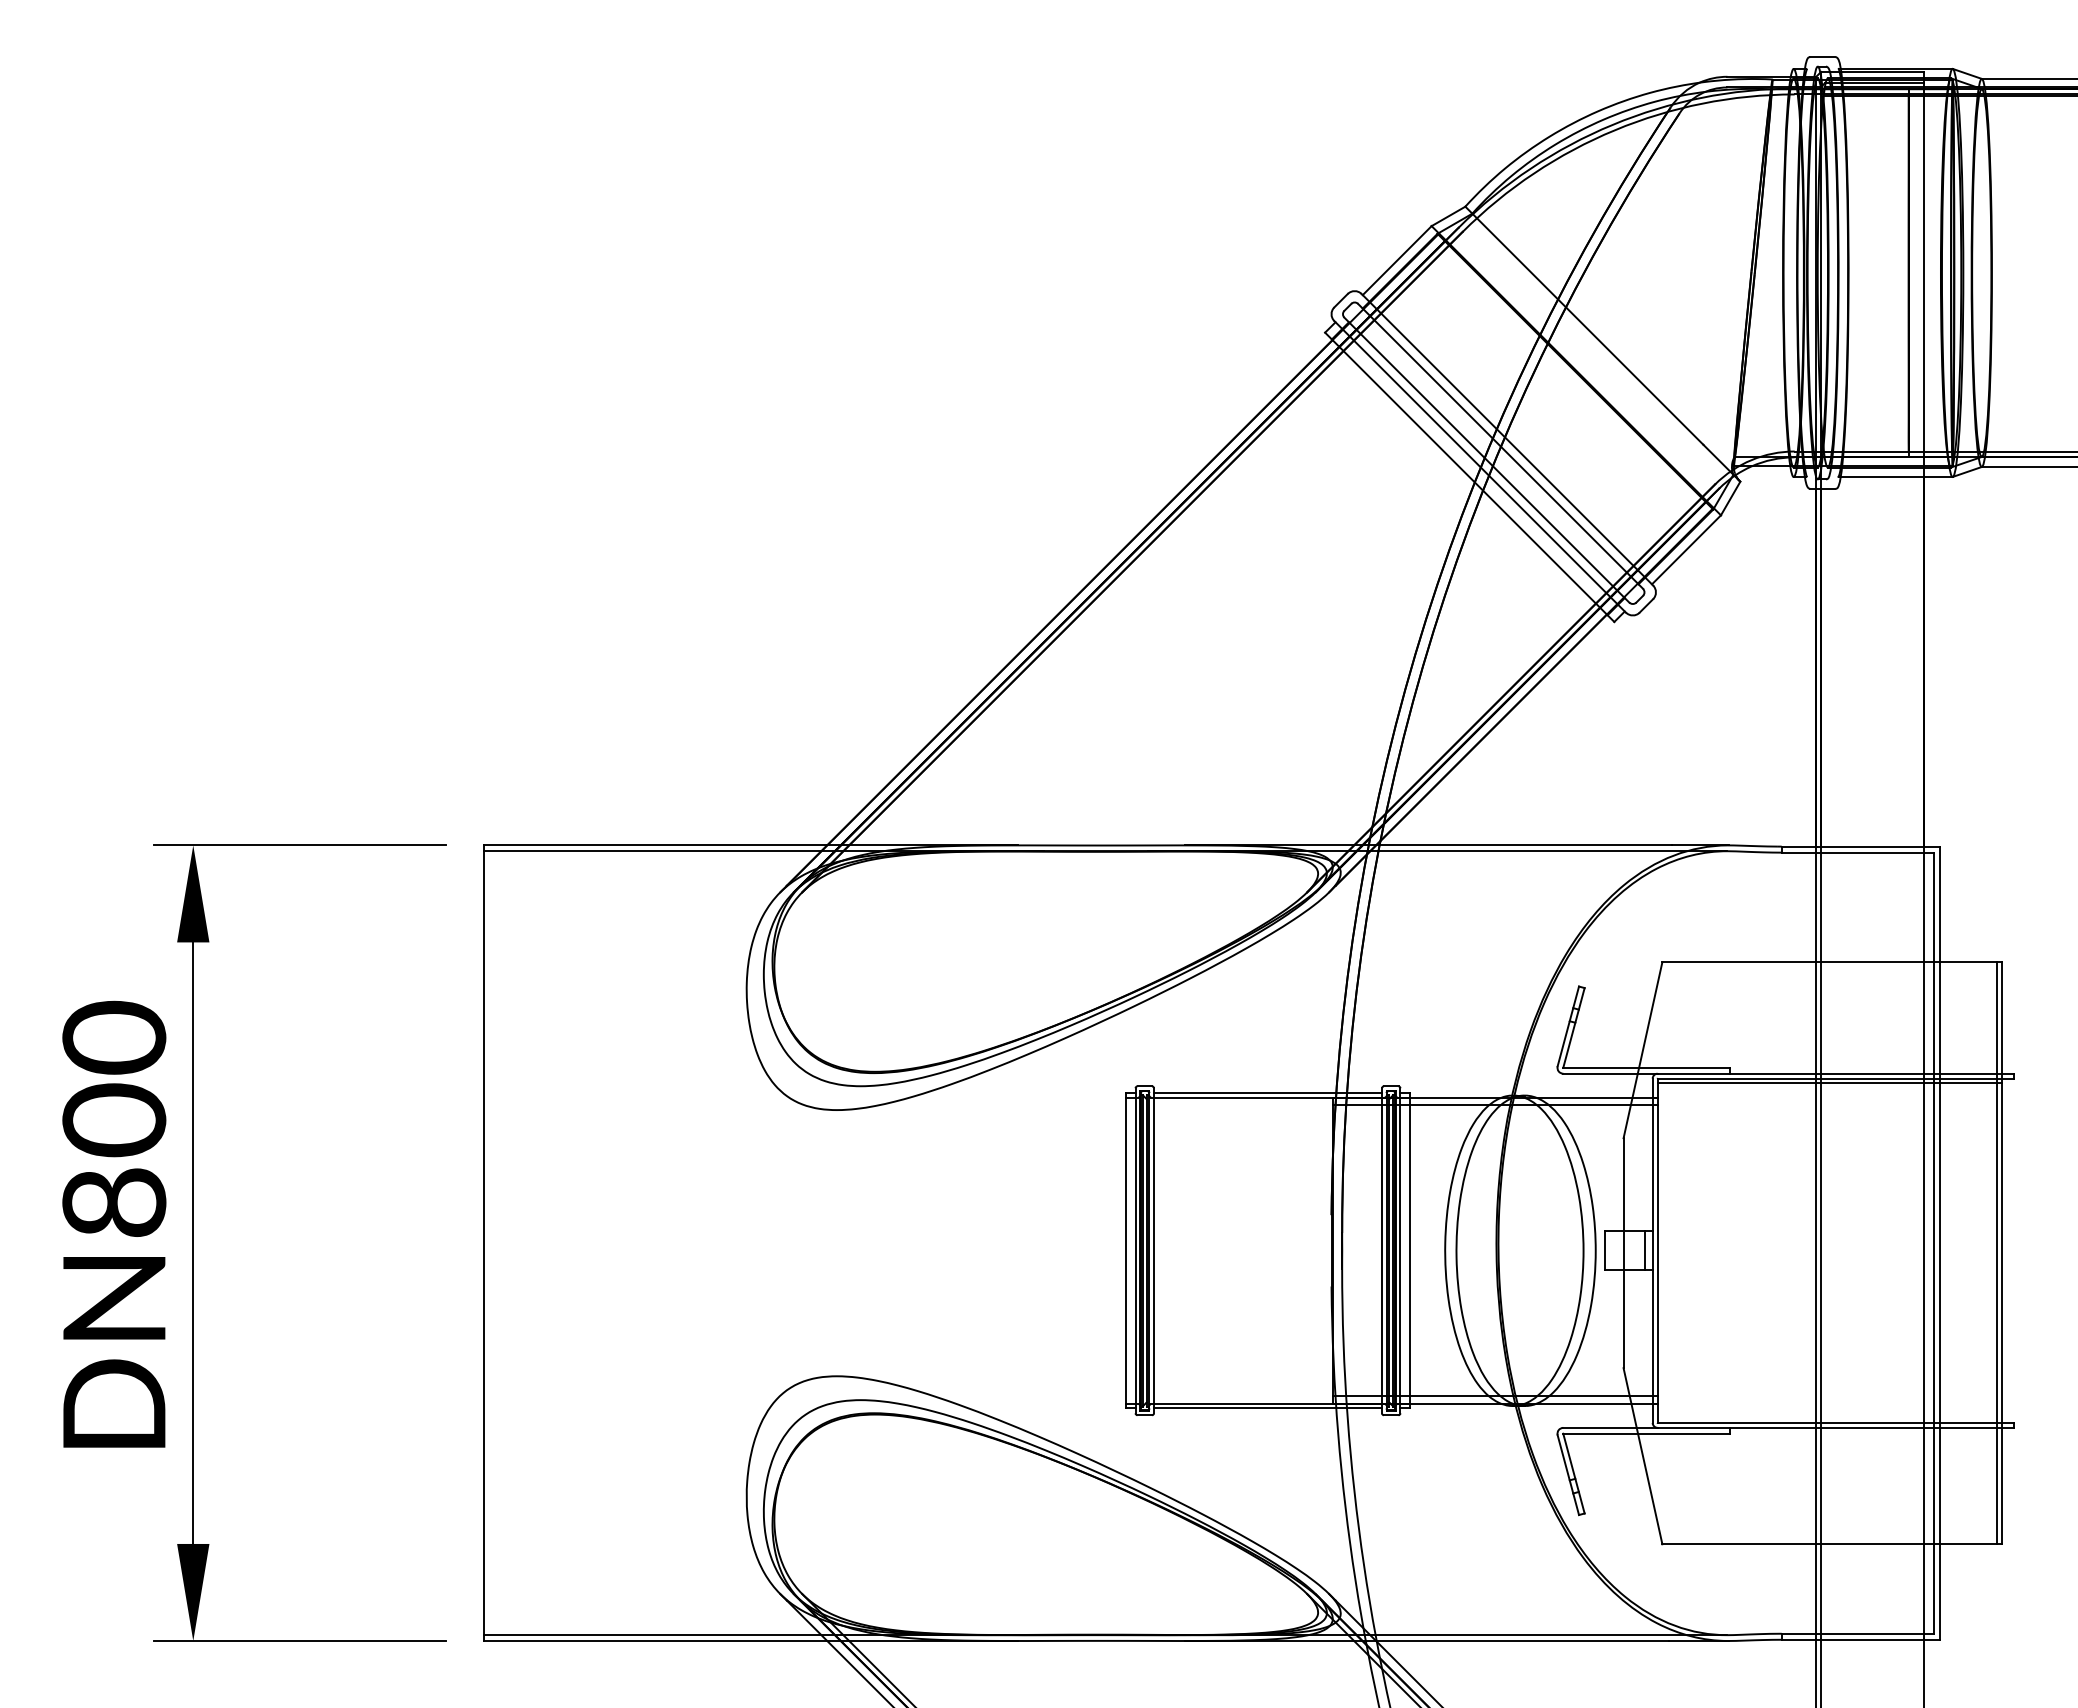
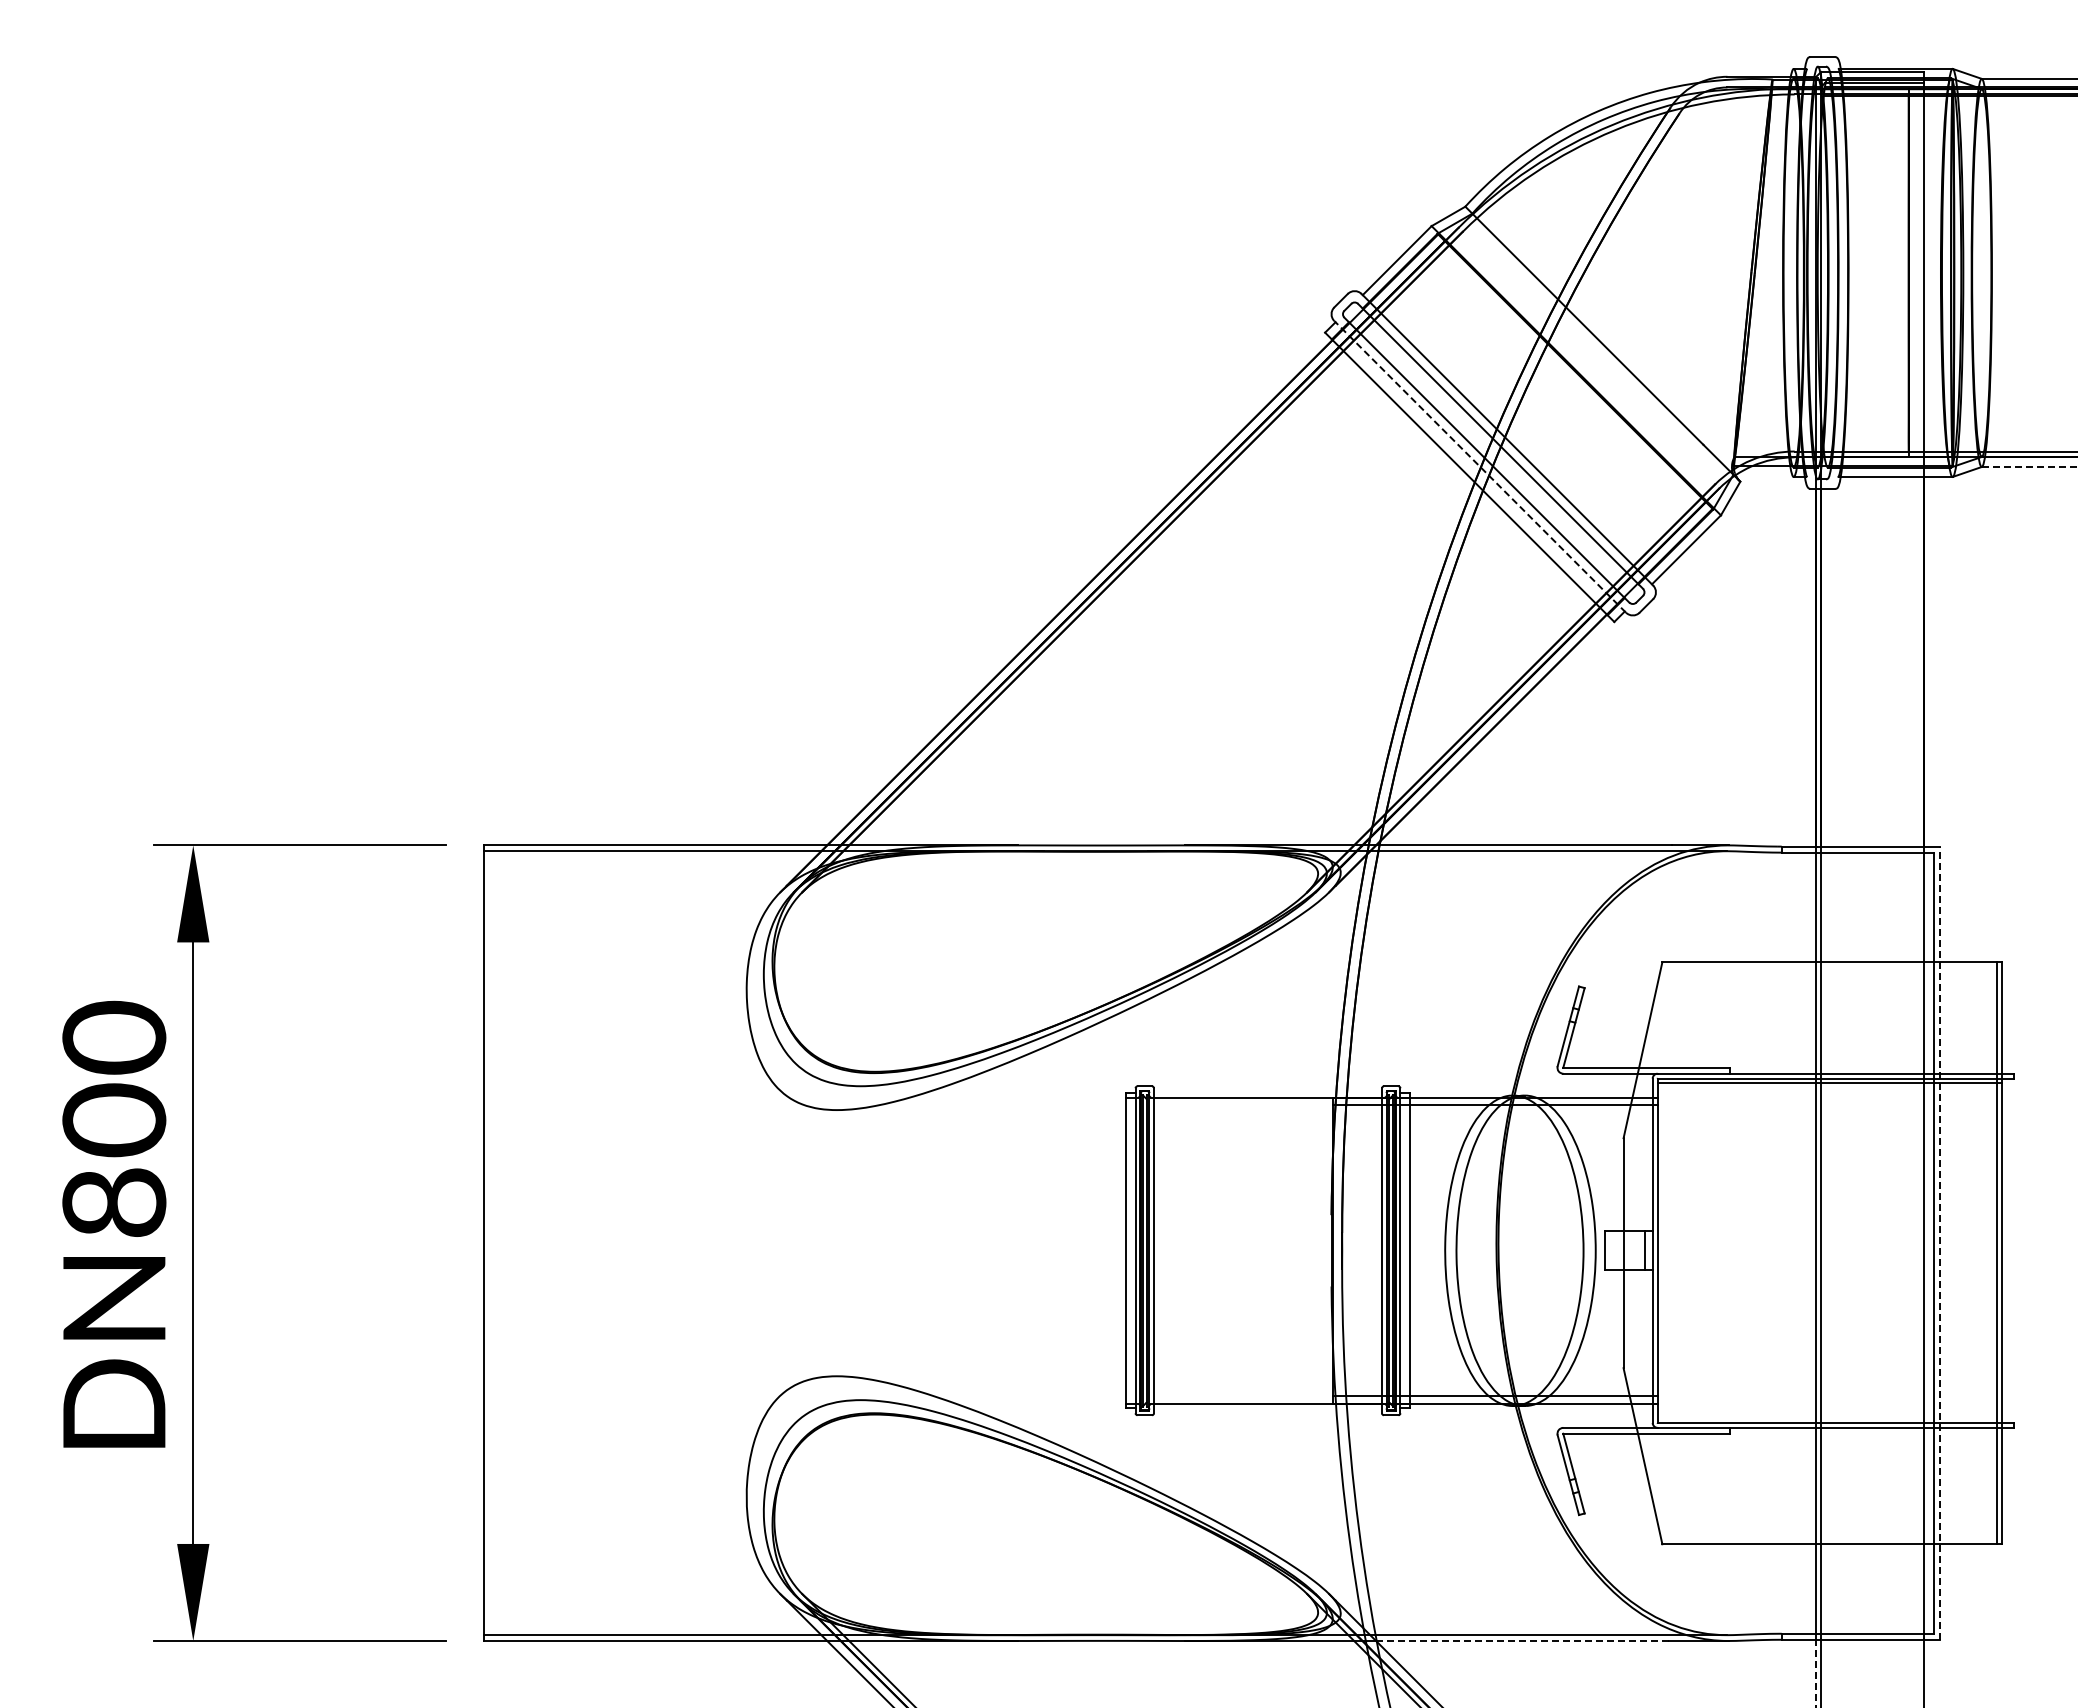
line at (1479, 466): solid -> dashed
line at (2029, 467): solid -> dashed
line at (1268, 1093): present -> none
line at (1939, 1243): solid -> dashed
line at (1268, 1408): present -> none
line at (1521, 1640): solid -> dashed
line at (1816, 1673): solid -> dashed
